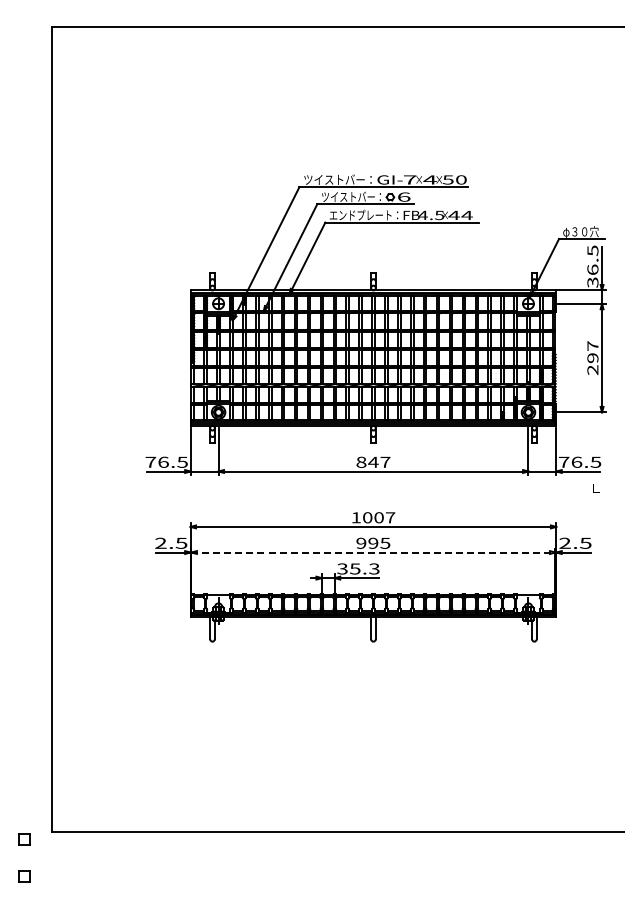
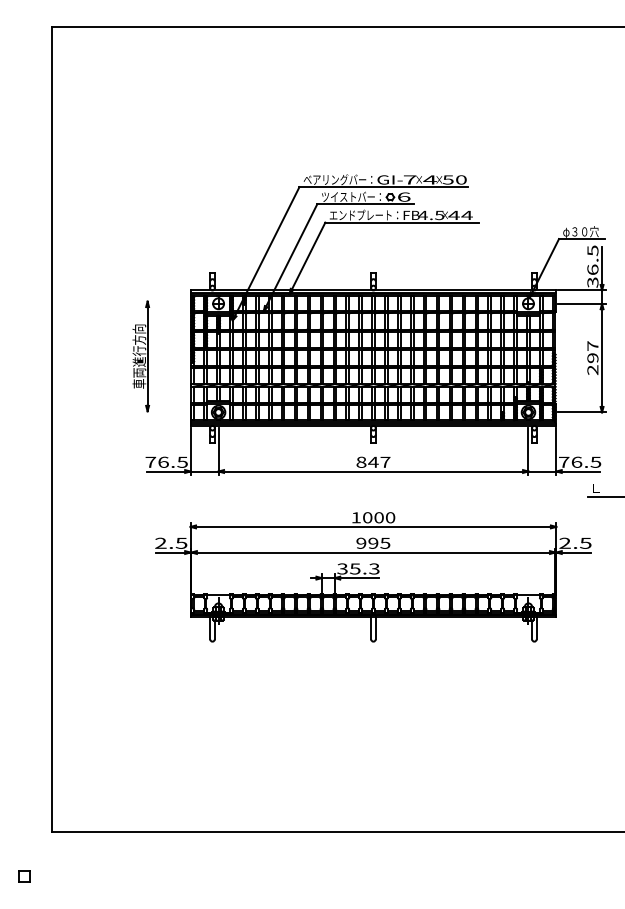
text at (337, 179): ツイストバー： -> ベアリングバー：
part at (140, 356): none -> present
line at (604, 497): none -> present
text at (390, 517): 1007 -> 1000
line at (373, 552): dashed -> solid
part at (24, 839): present -> none
